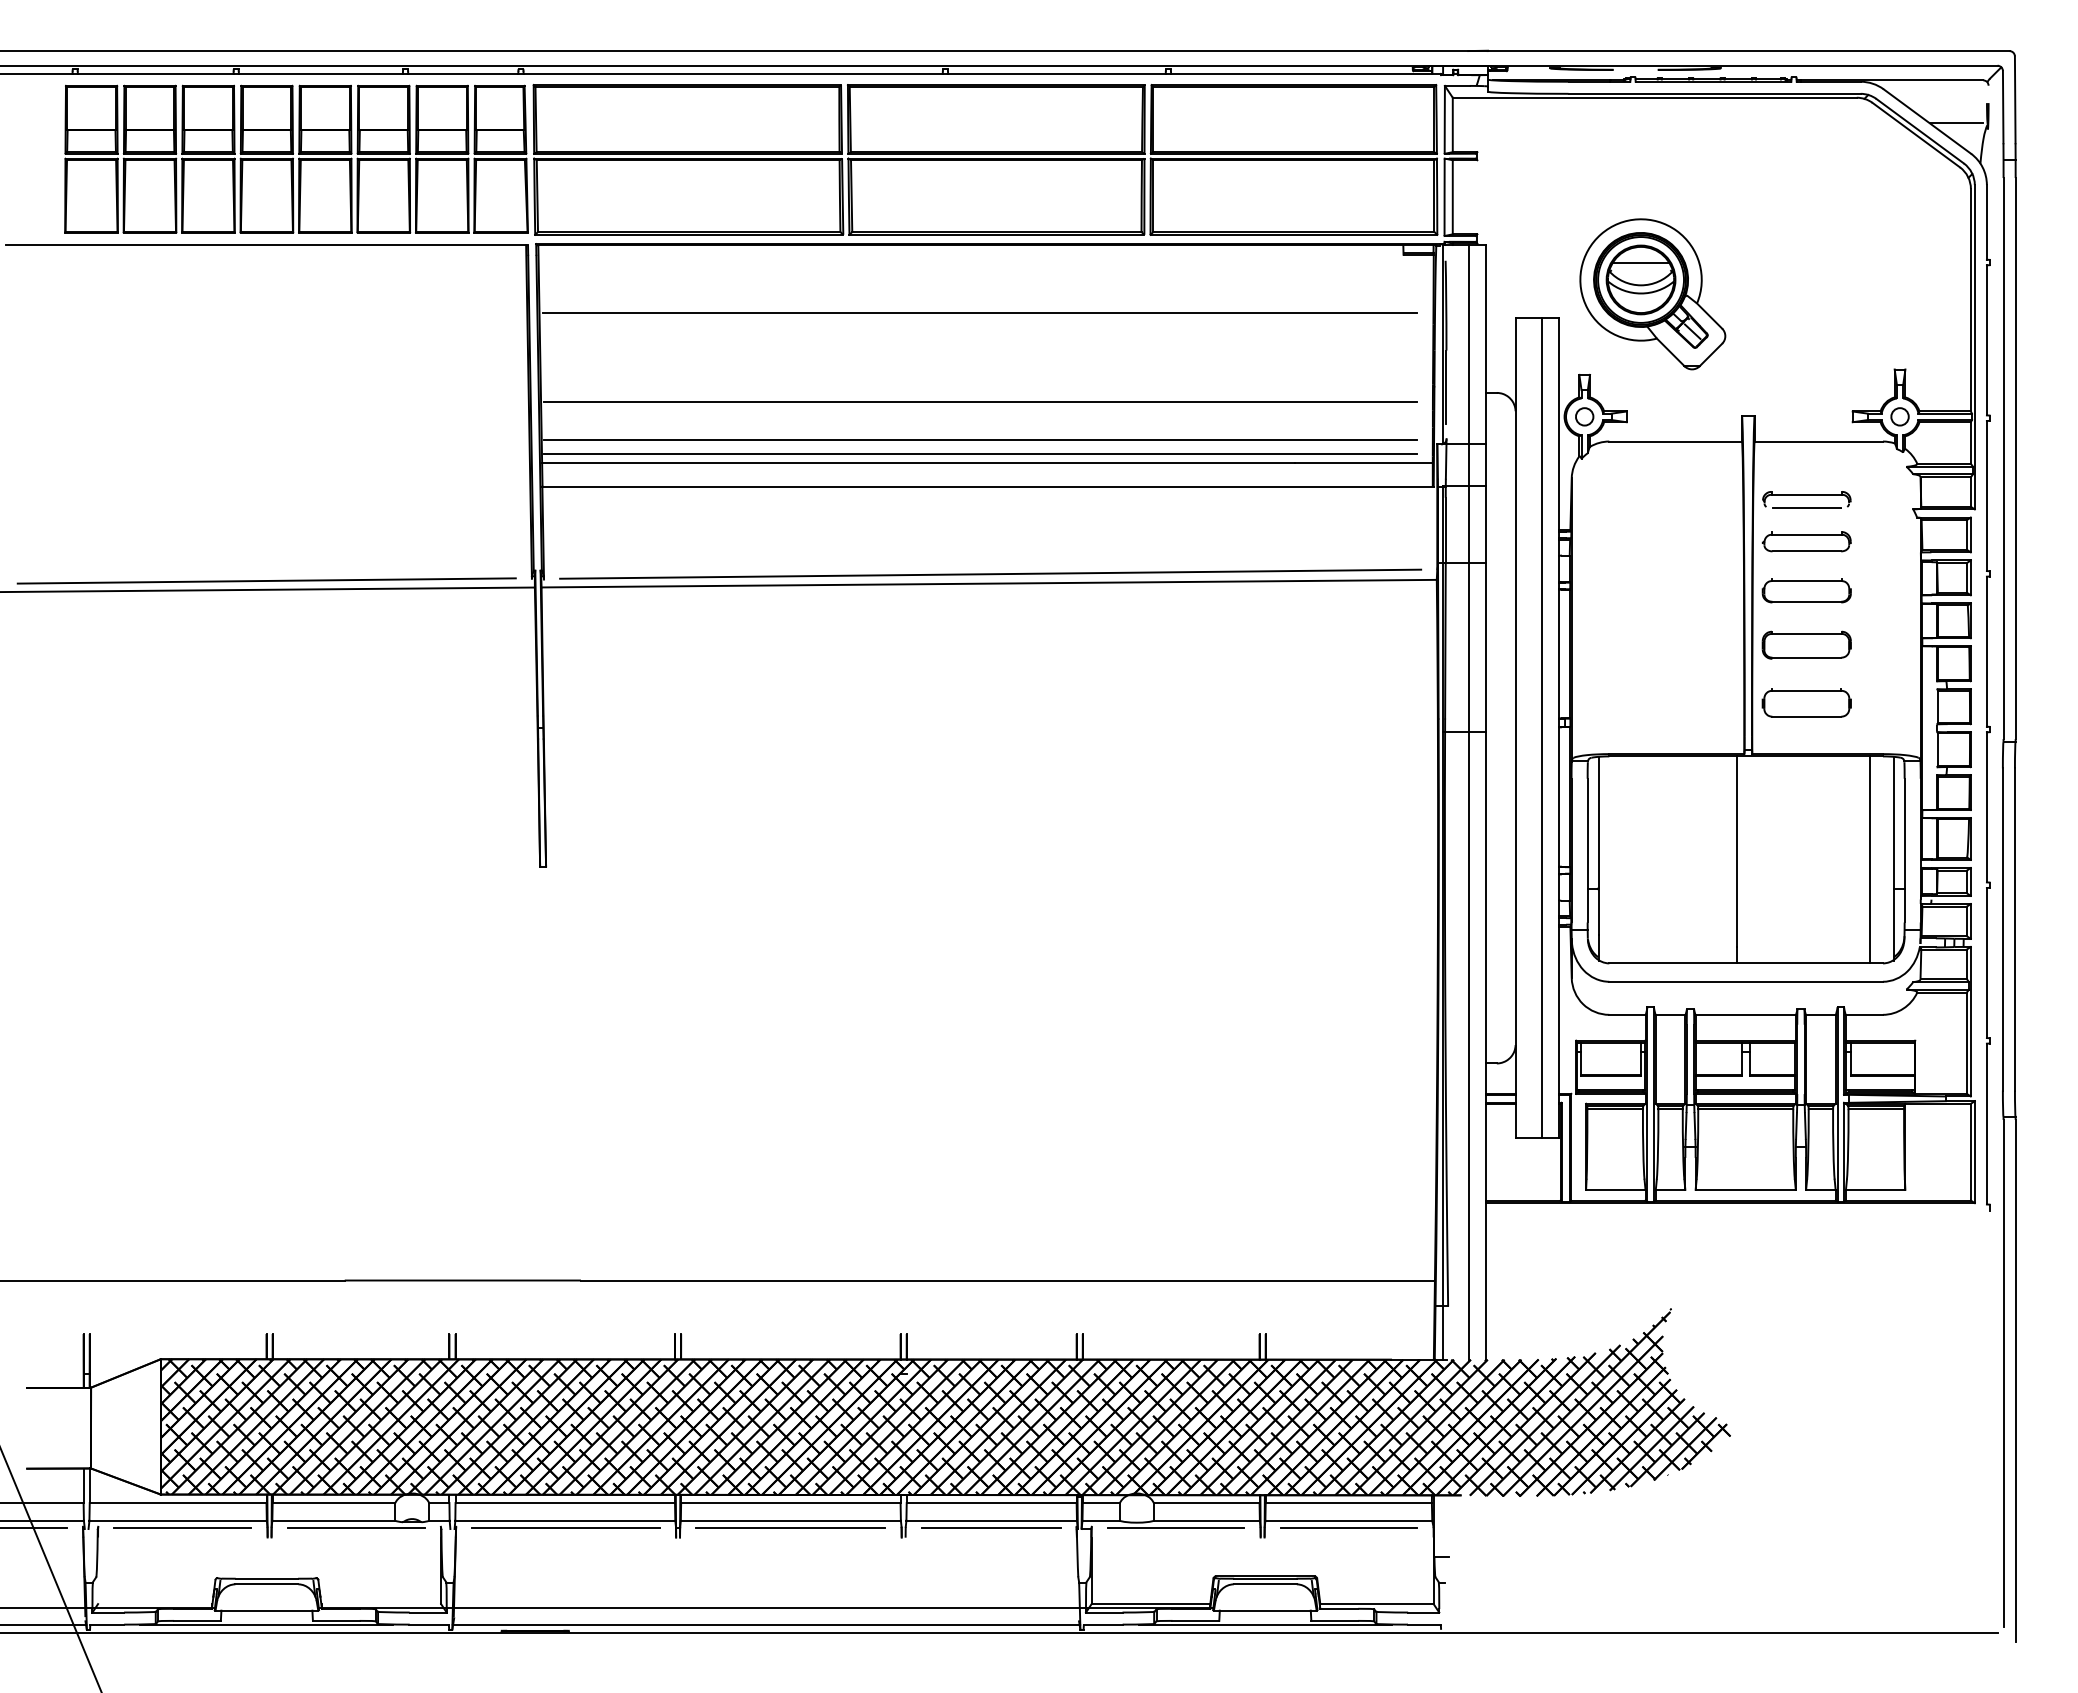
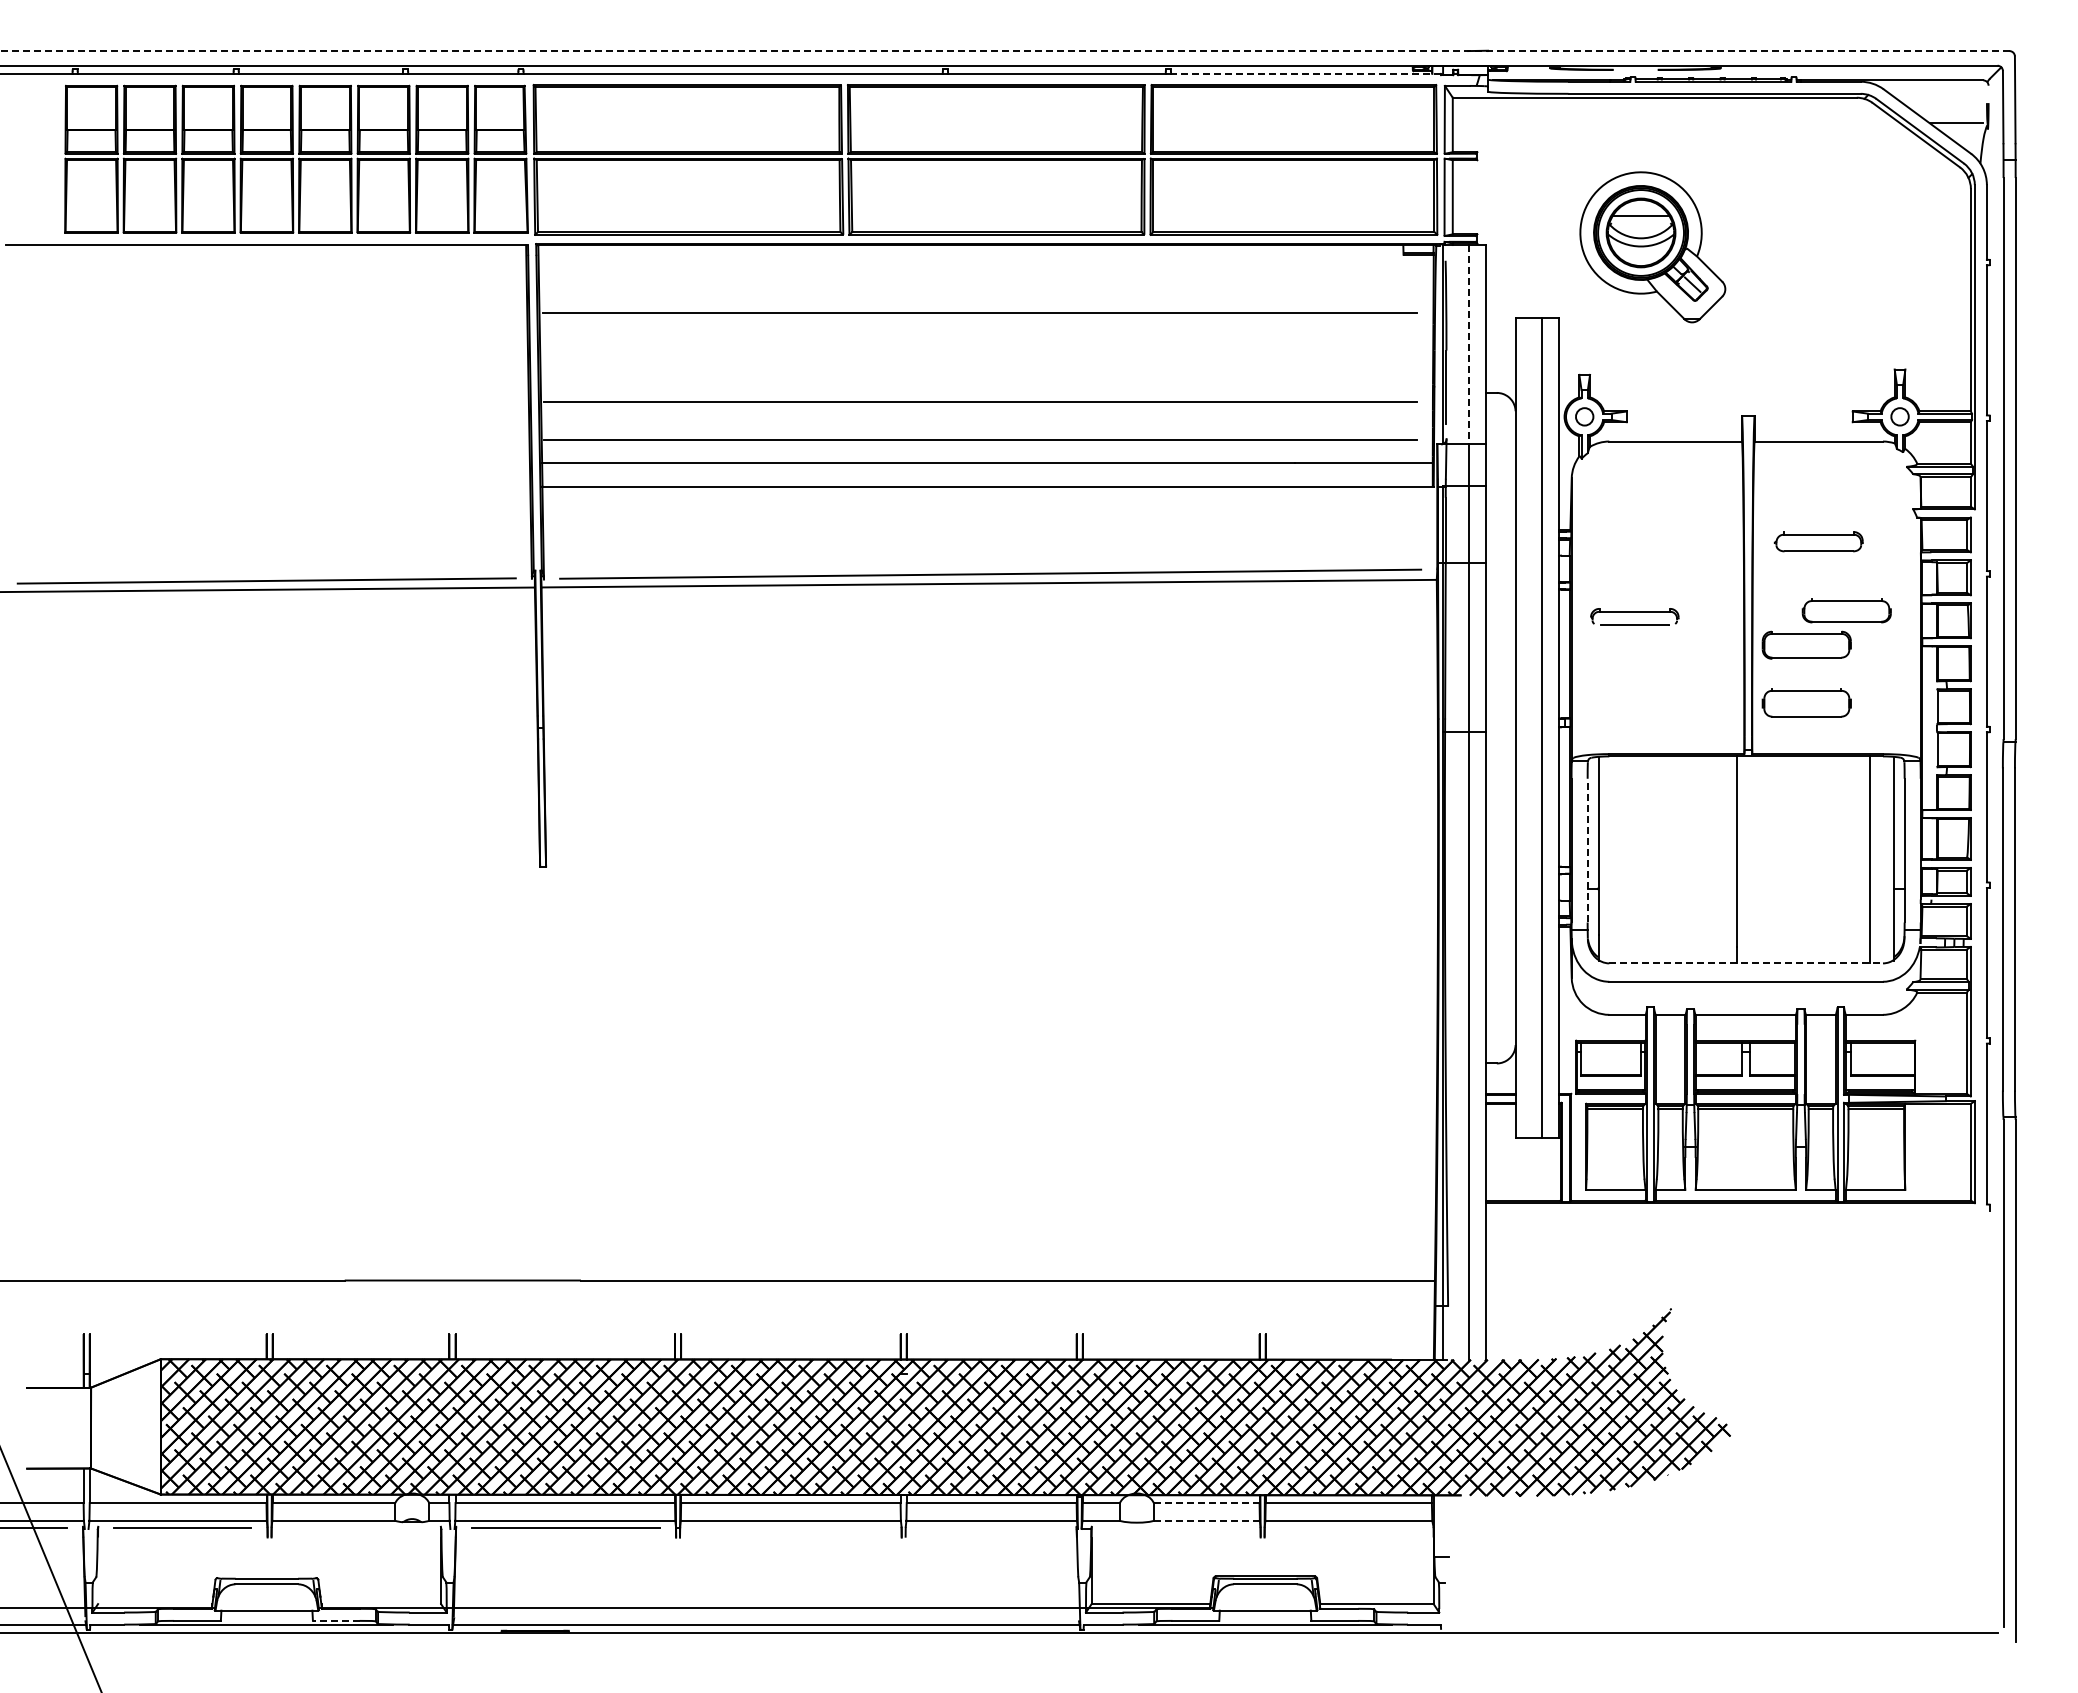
line at (1005, 51): solid -> dashed
line at (1305, 73): solid -> dashed
part at (1652, 294) position: (1652, 294) -> (1652, 247)
line at (1469, 345): solid -> dashed
line at (979, 454): present -> none
part at (1806, 499) position: (1806, 499) -> (1634, 616)
part at (1806, 541) position: (1806, 541) -> (1818, 541)
part at (1806, 590) position: (1806, 590) -> (1846, 610)
line at (1587, 850): solid -> dashed
line at (1746, 963): solid -> dashed
line at (1206, 1503): solid -> dashed
line at (1206, 1520): solid -> dashed
line at (355, 1527): present -> none
line at (790, 1527): present -> none
line at (990, 1527): present -> none
line at (1175, 1527): present -> none
line at (1348, 1527): present -> none
line at (335, 1620): solid -> dashed
